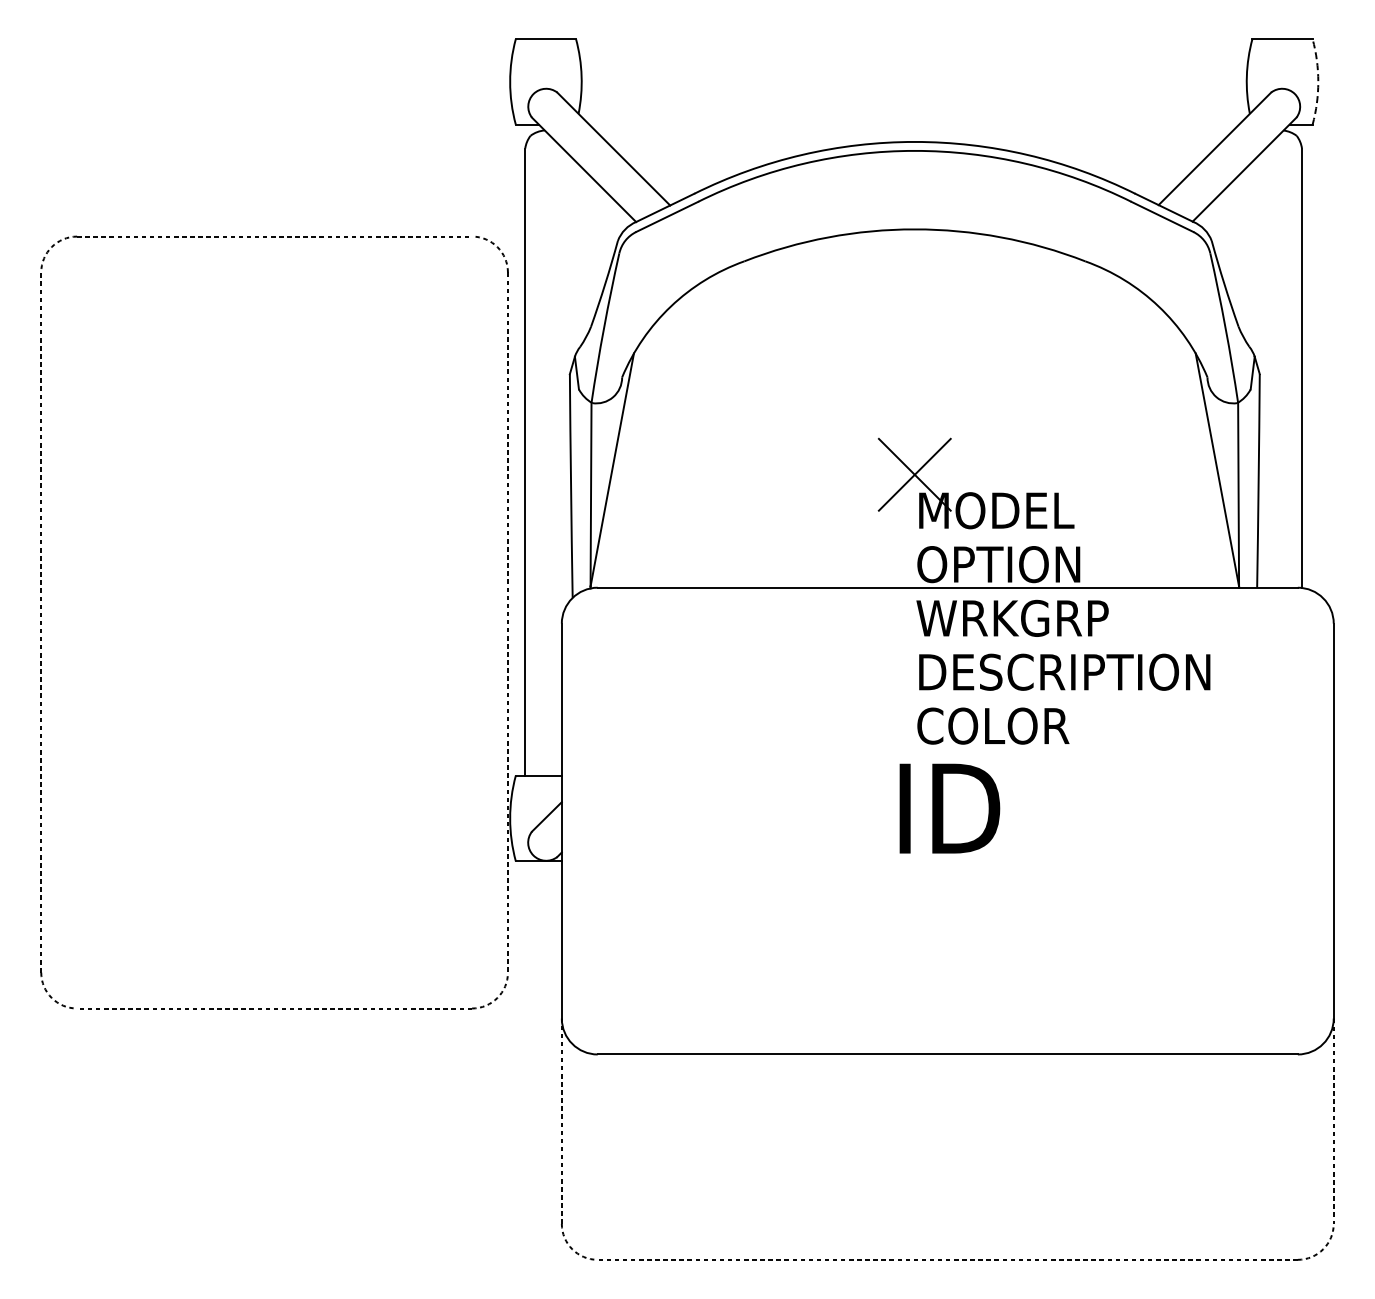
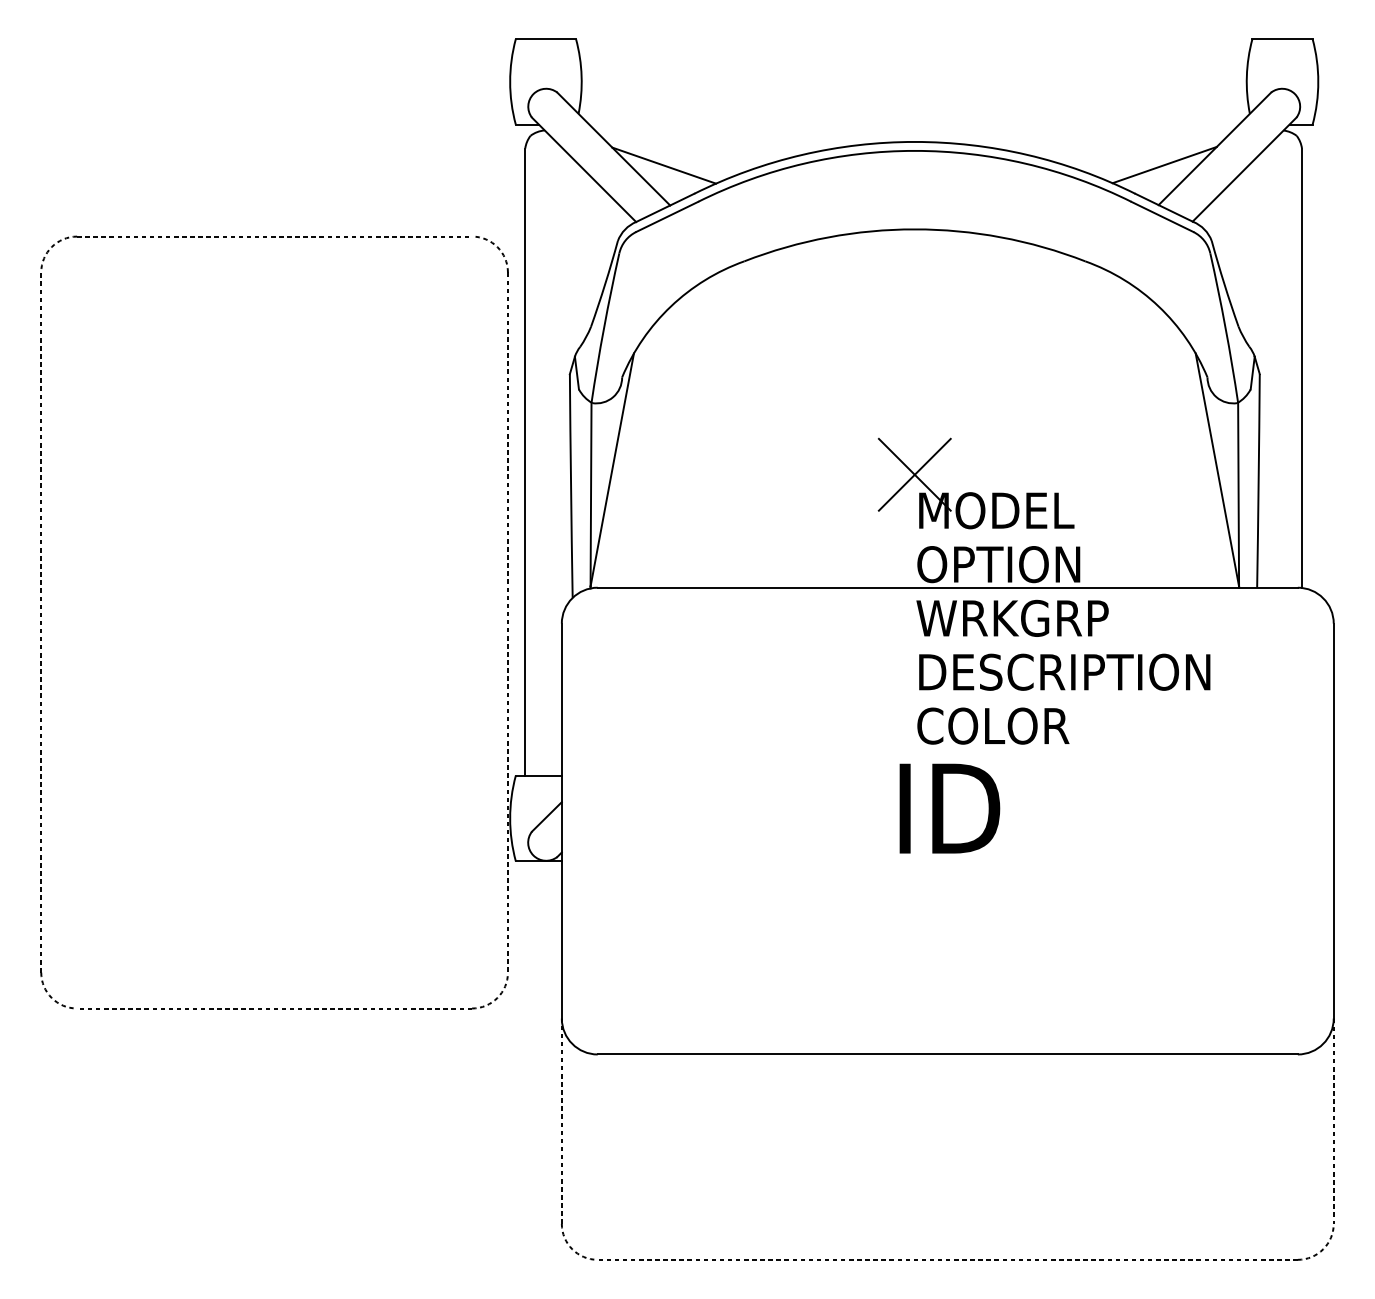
arc at (1318, 81): dashed -> solid
line at (1164, 164): none -> present
line at (664, 165): none -> present
